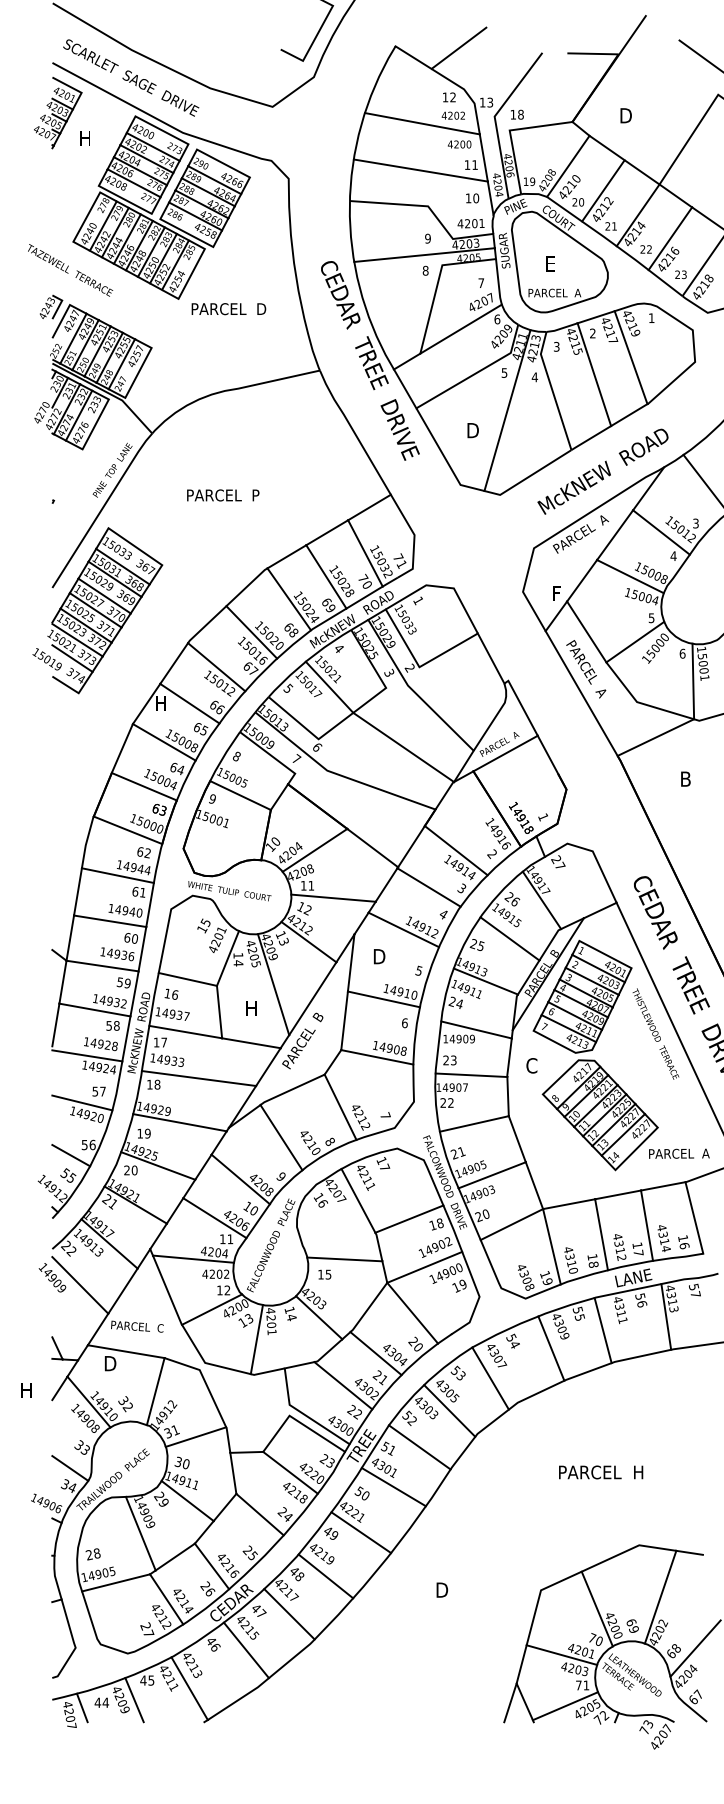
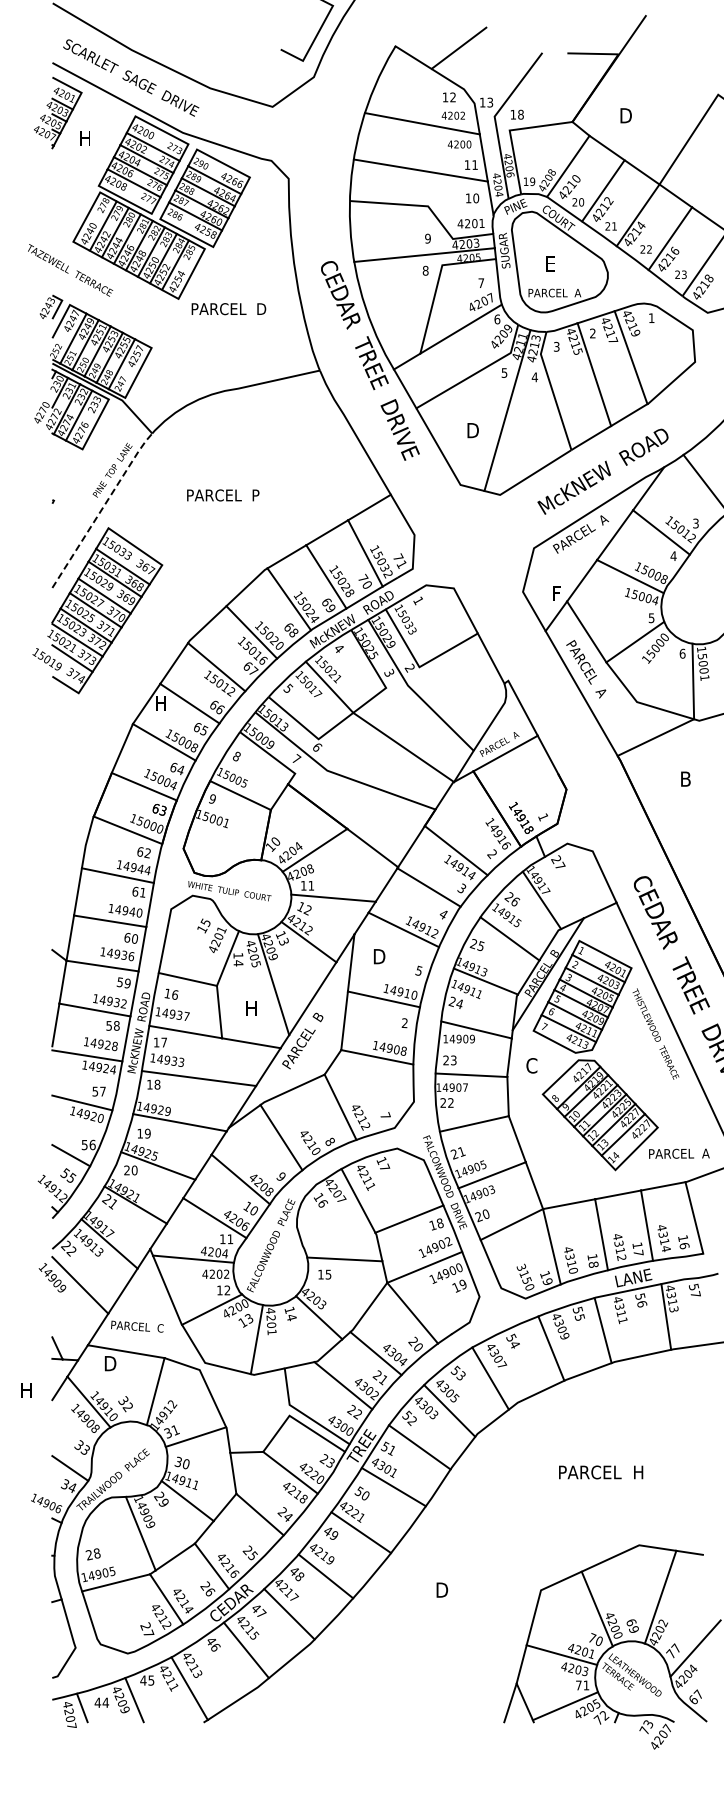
line at (699, 55): present -> none
line at (102, 508): solid -> dashed
text at (404, 1023): 6 -> 2
text at (525, 1276): 4308 -> 3150
text at (673, 1650): 68 -> 77
